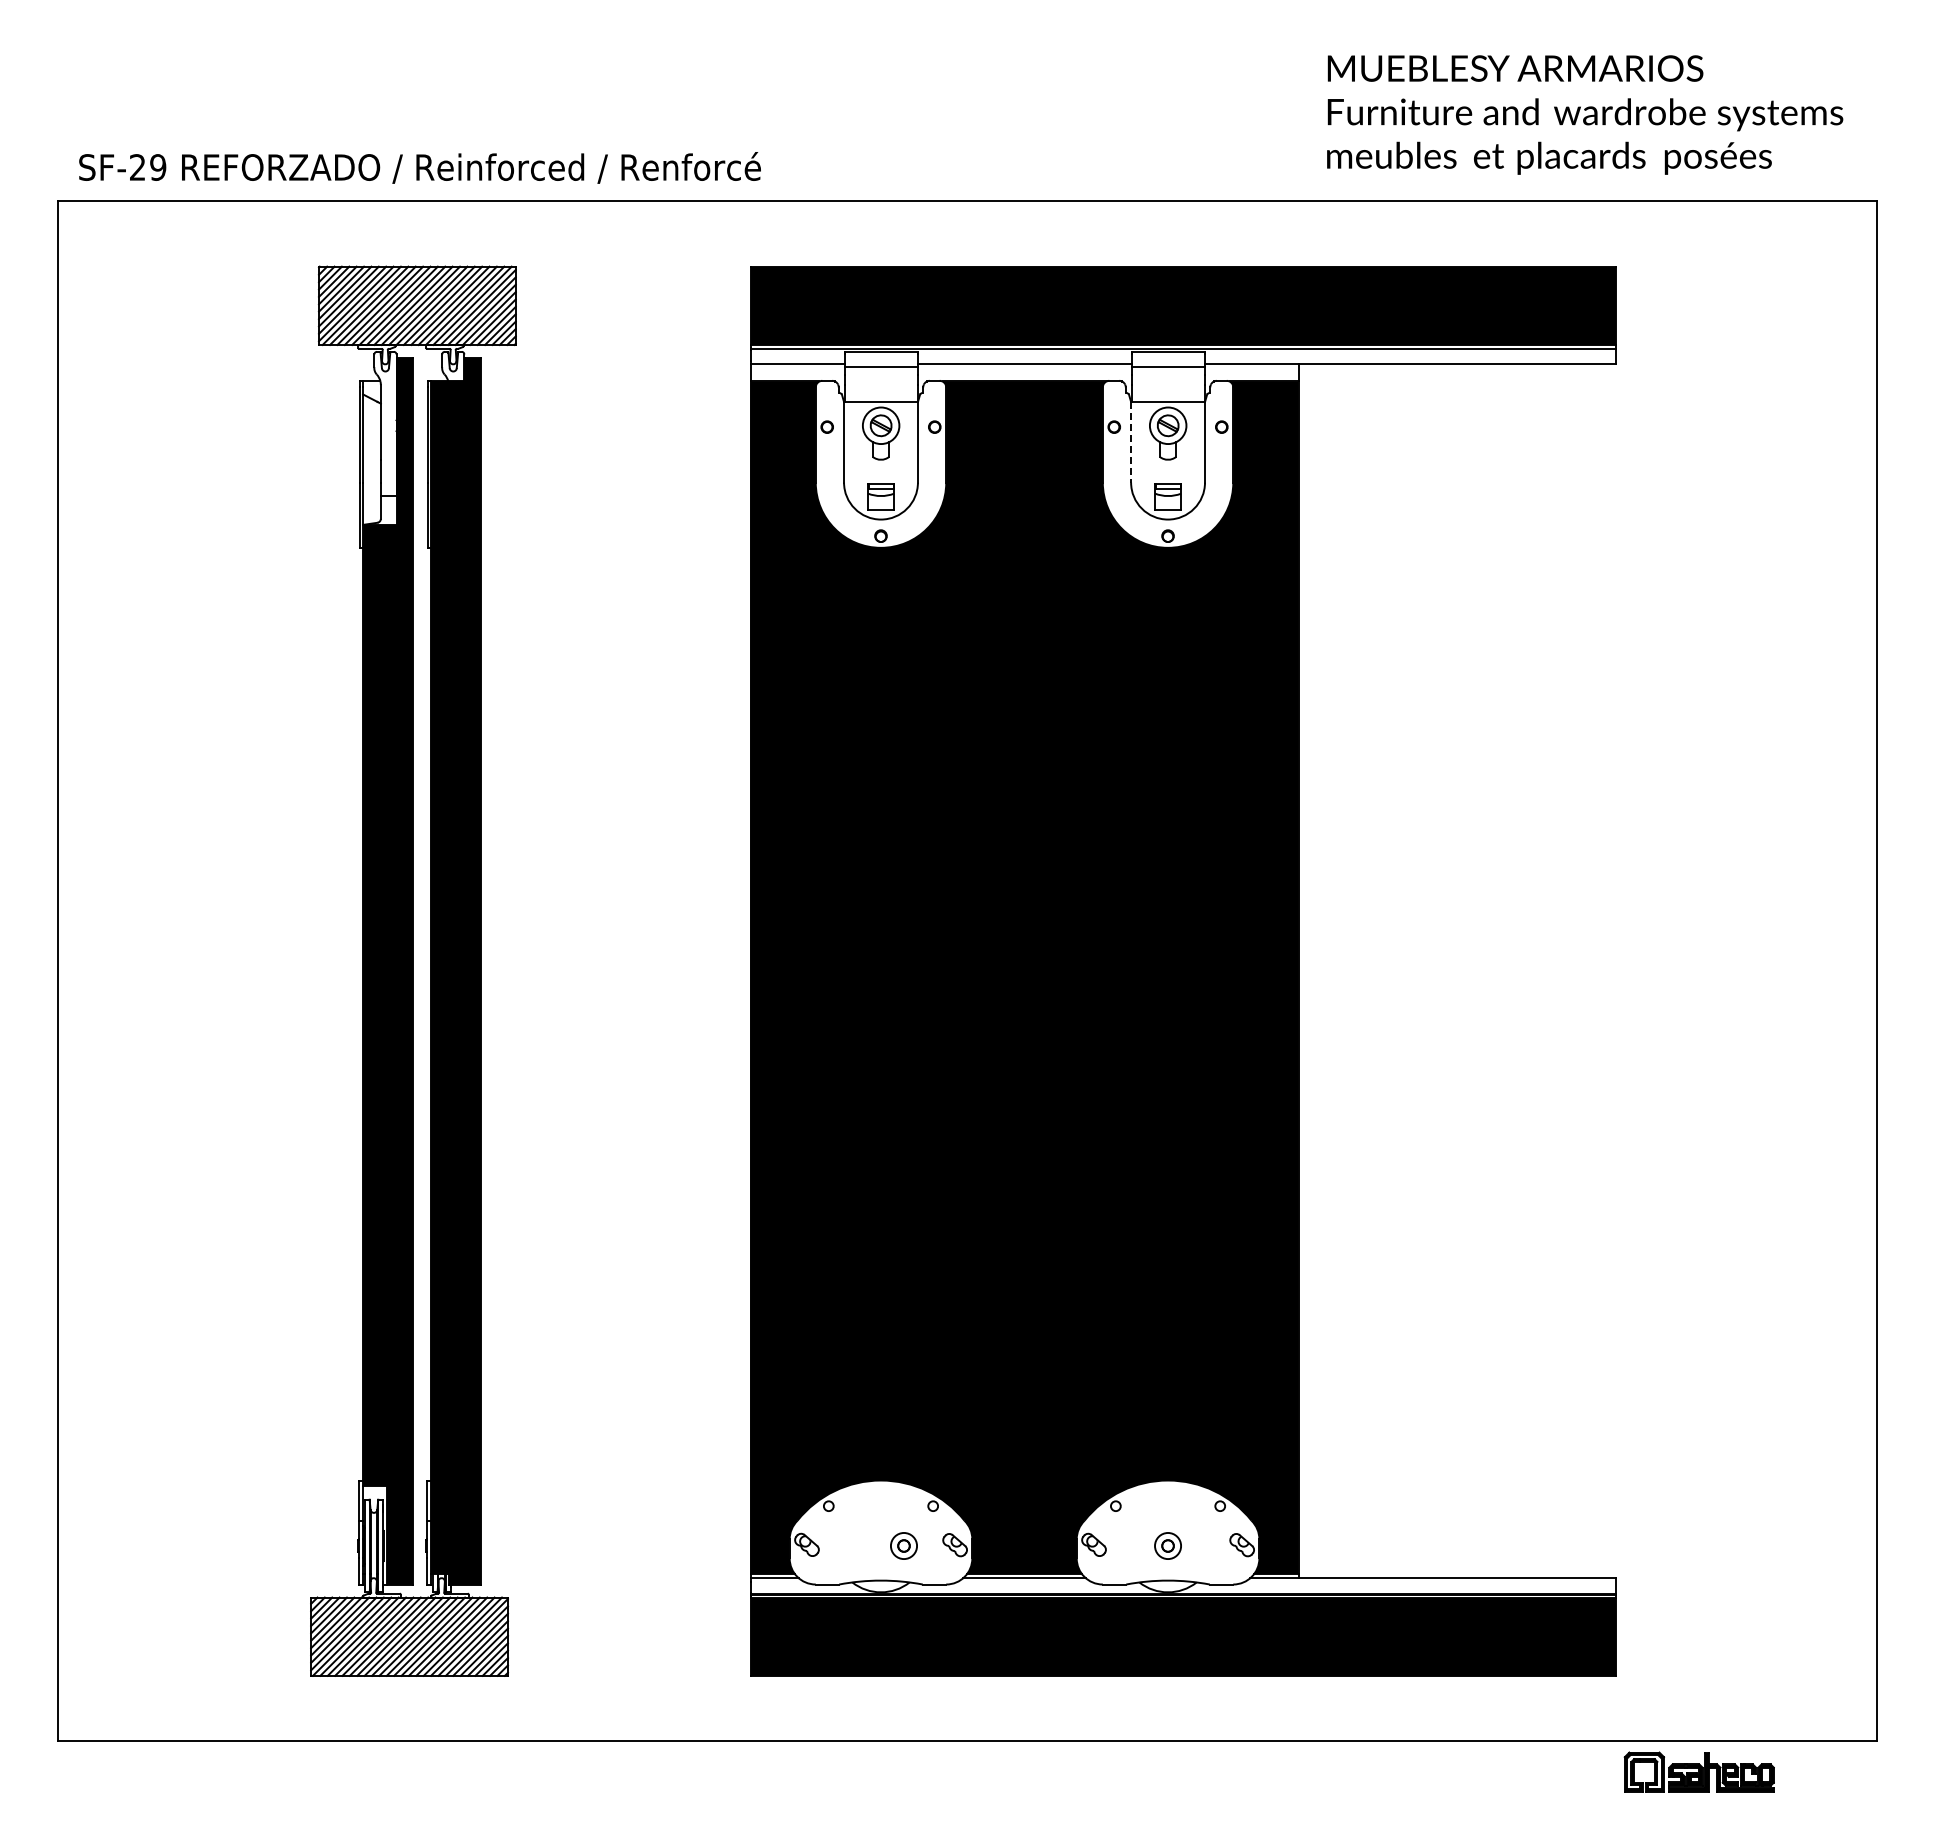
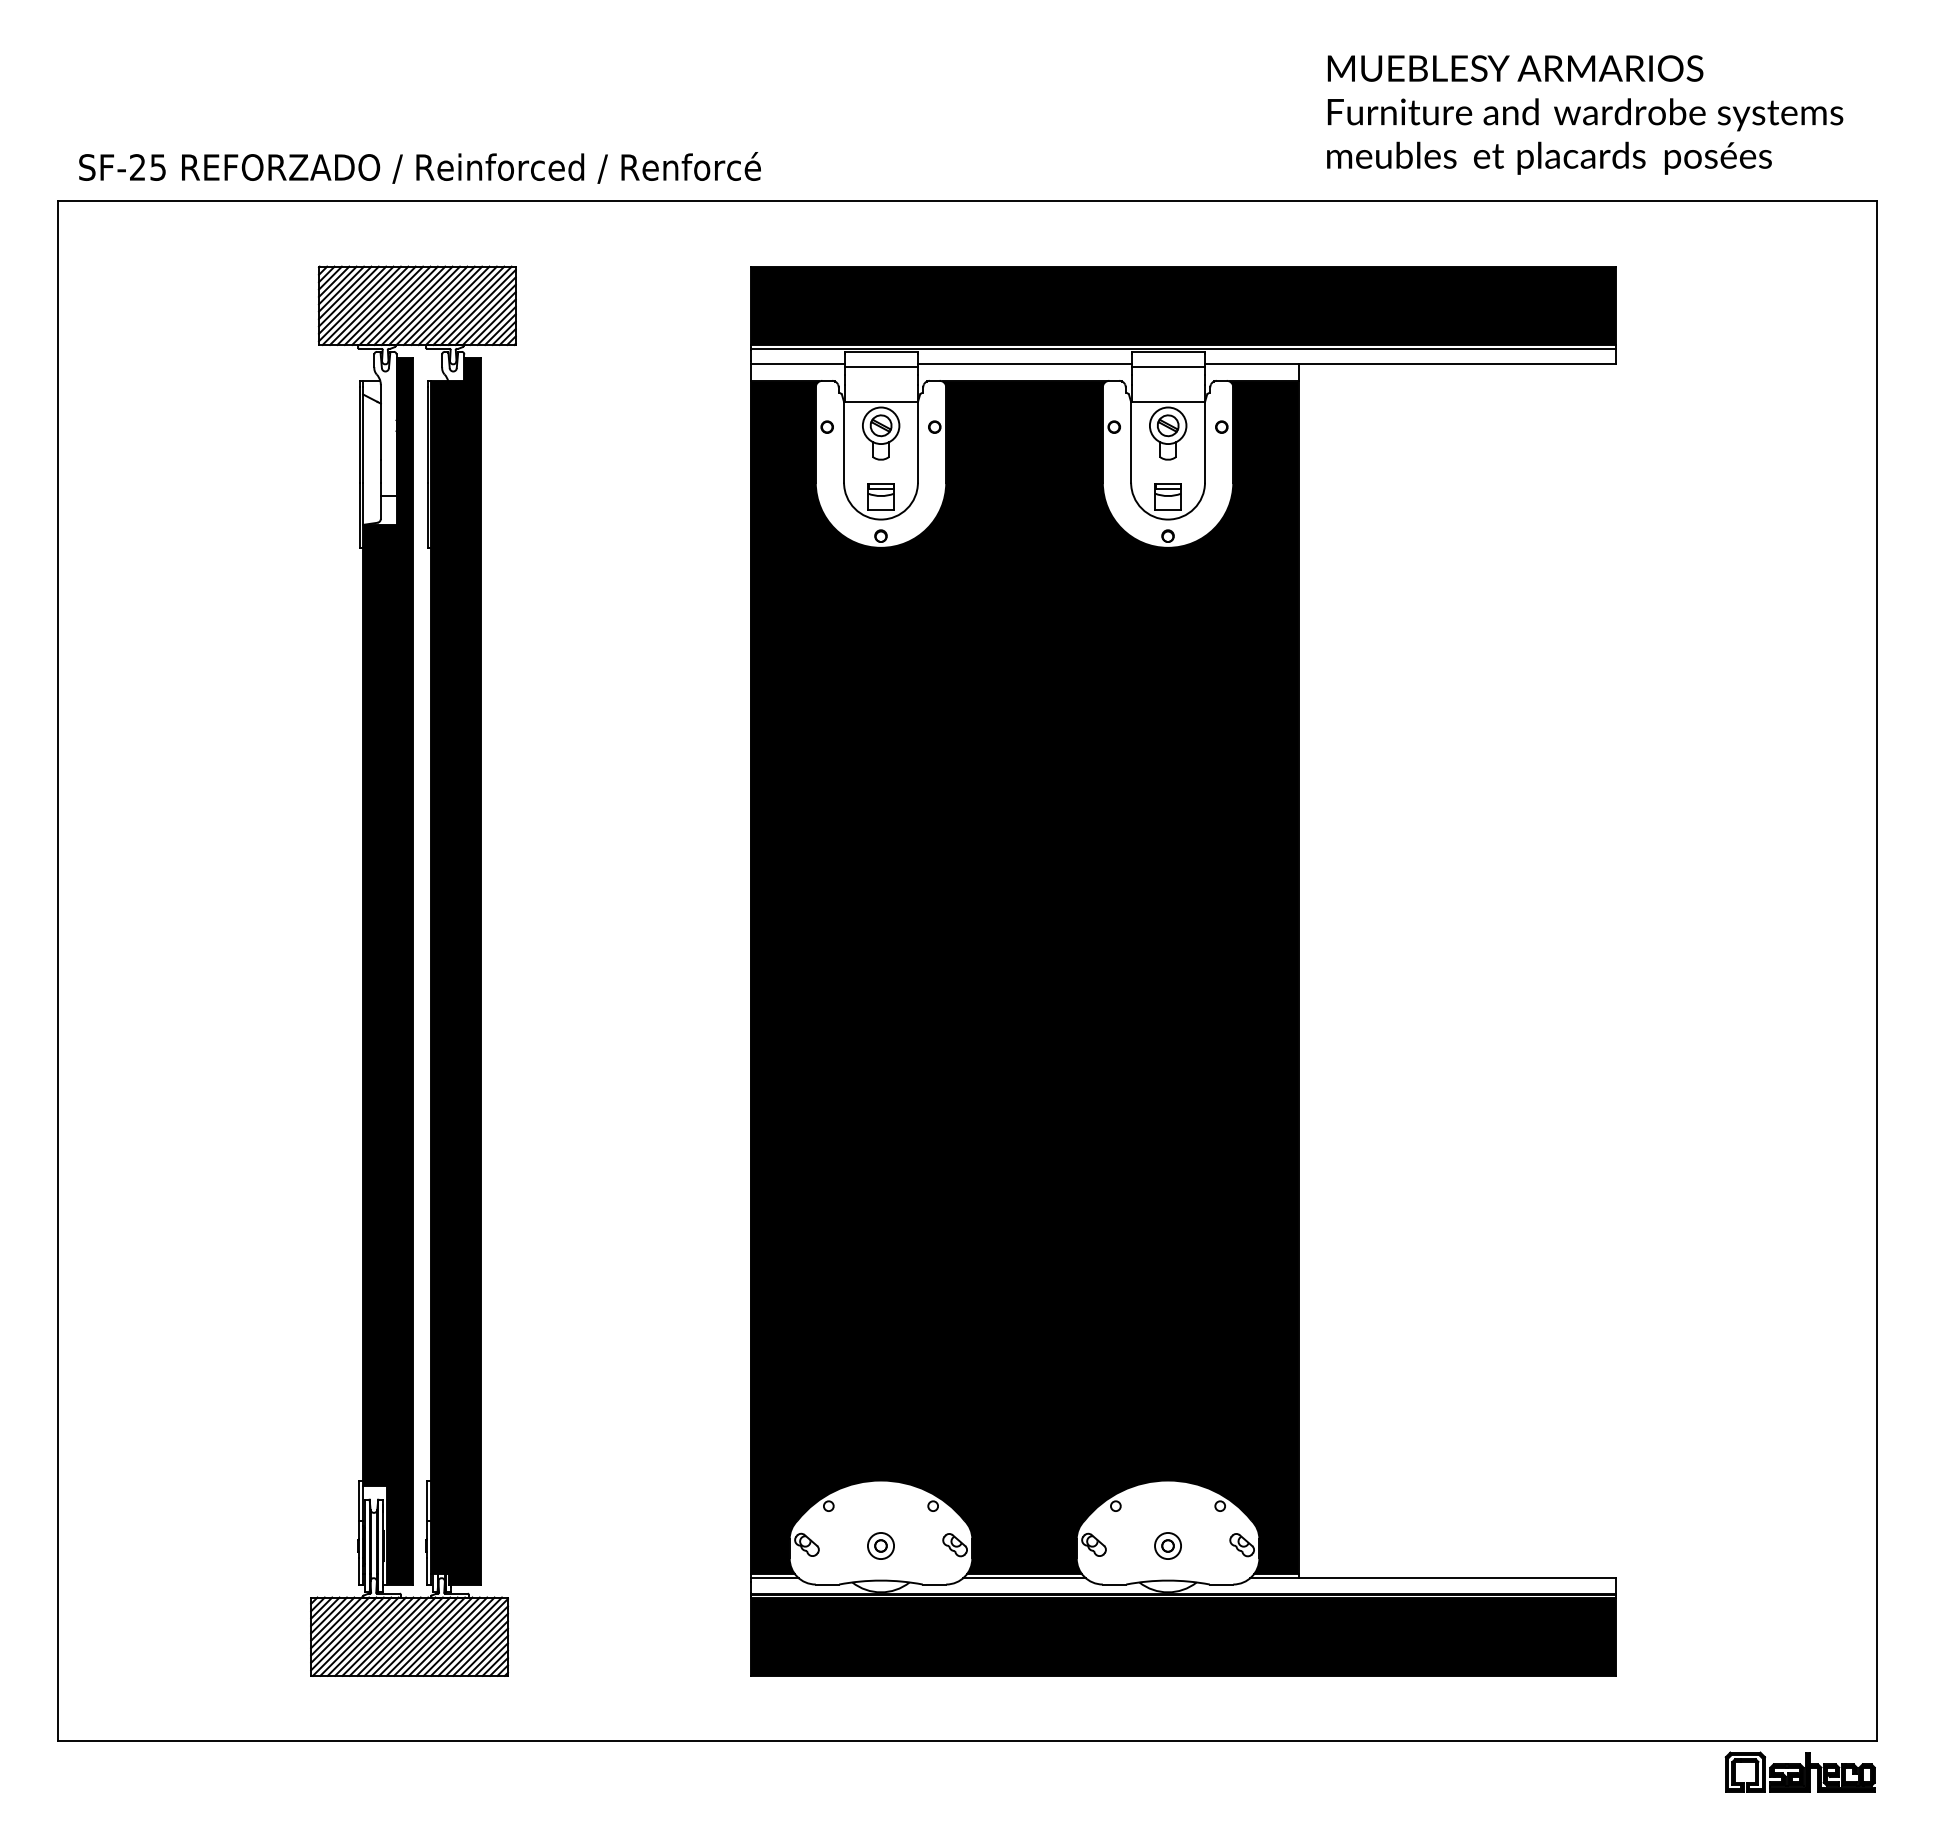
text at (158, 167): SF-29 -> SF-25
line at (1131, 442): dashed -> solid
part at (903, 1545) position: (903, 1545) -> (880, 1545)
part at (1698, 1771) position: (1698, 1771) -> (1799, 1771)
